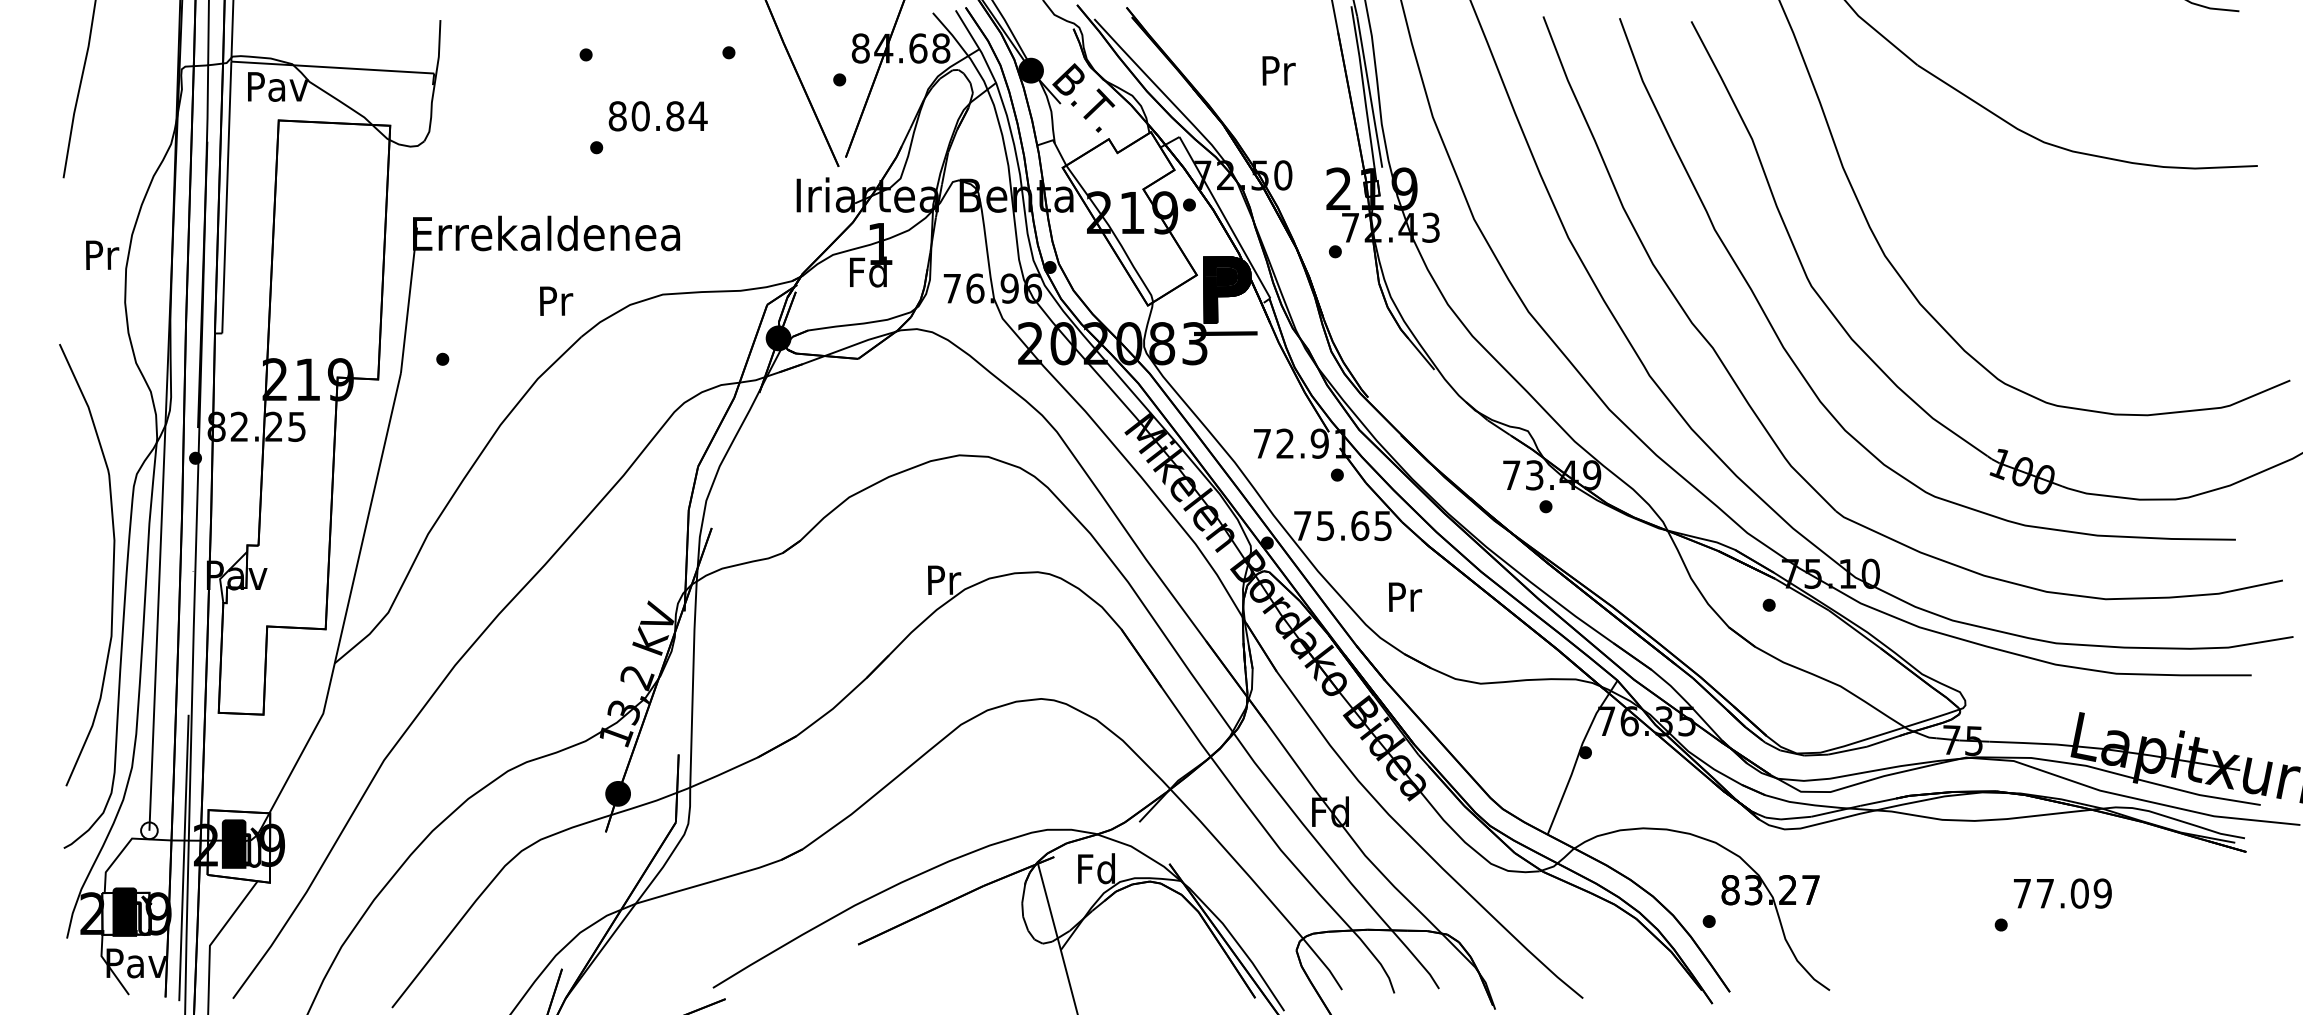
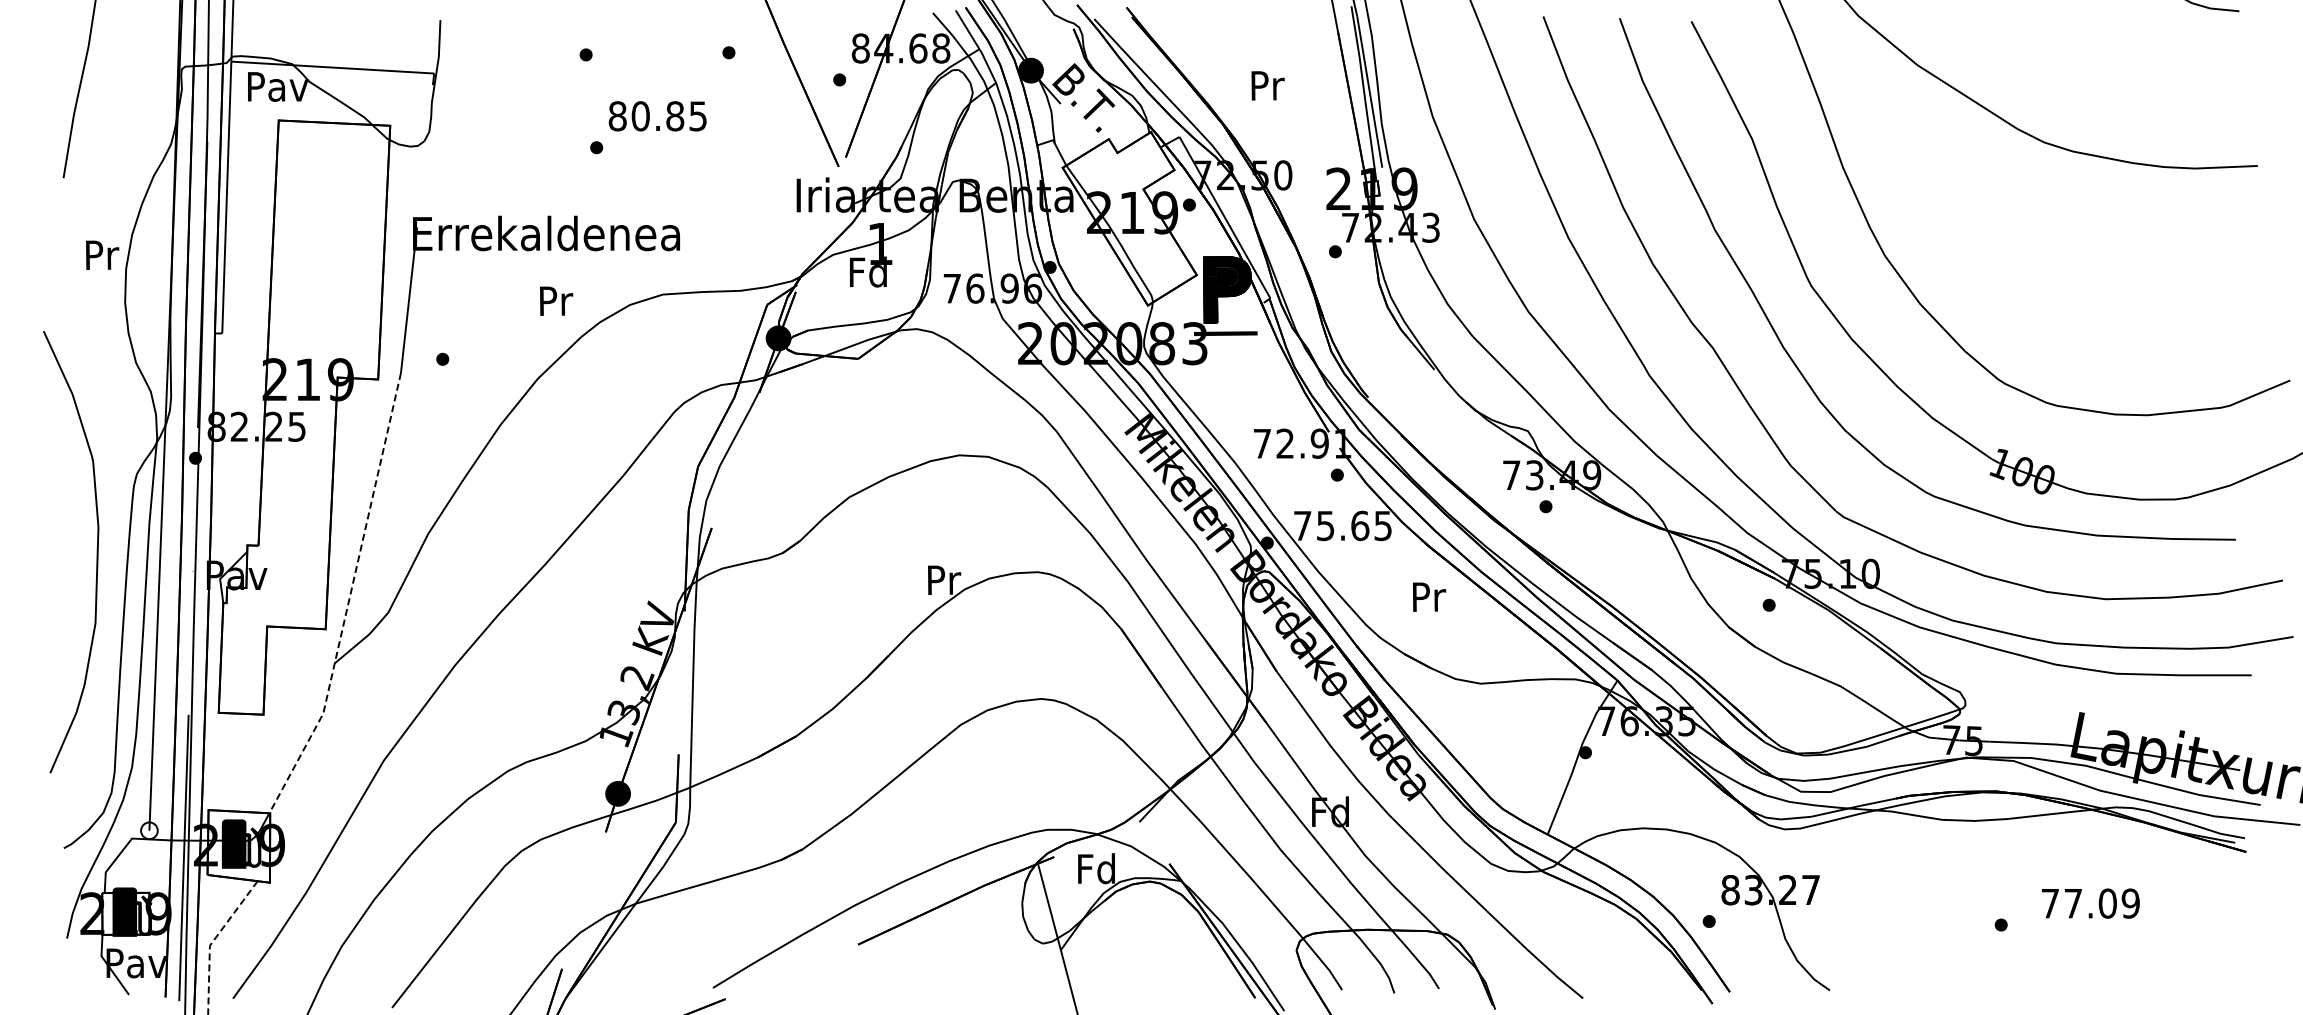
text at (1278, 70) position: (1278, 70) -> (1267, 85)
text at (697, 116): 80.84 -> 80.85
curve at (112, 565) position: (112, 565) -> (96, 552)
text at (1405, 596) position: (1405, 596) -> (1429, 596)
line at (349, 599): solid -> dashed
text at (2062, 893) position: (2062, 893) -> (2090, 903)
line at (212, 941): solid -> dashed
